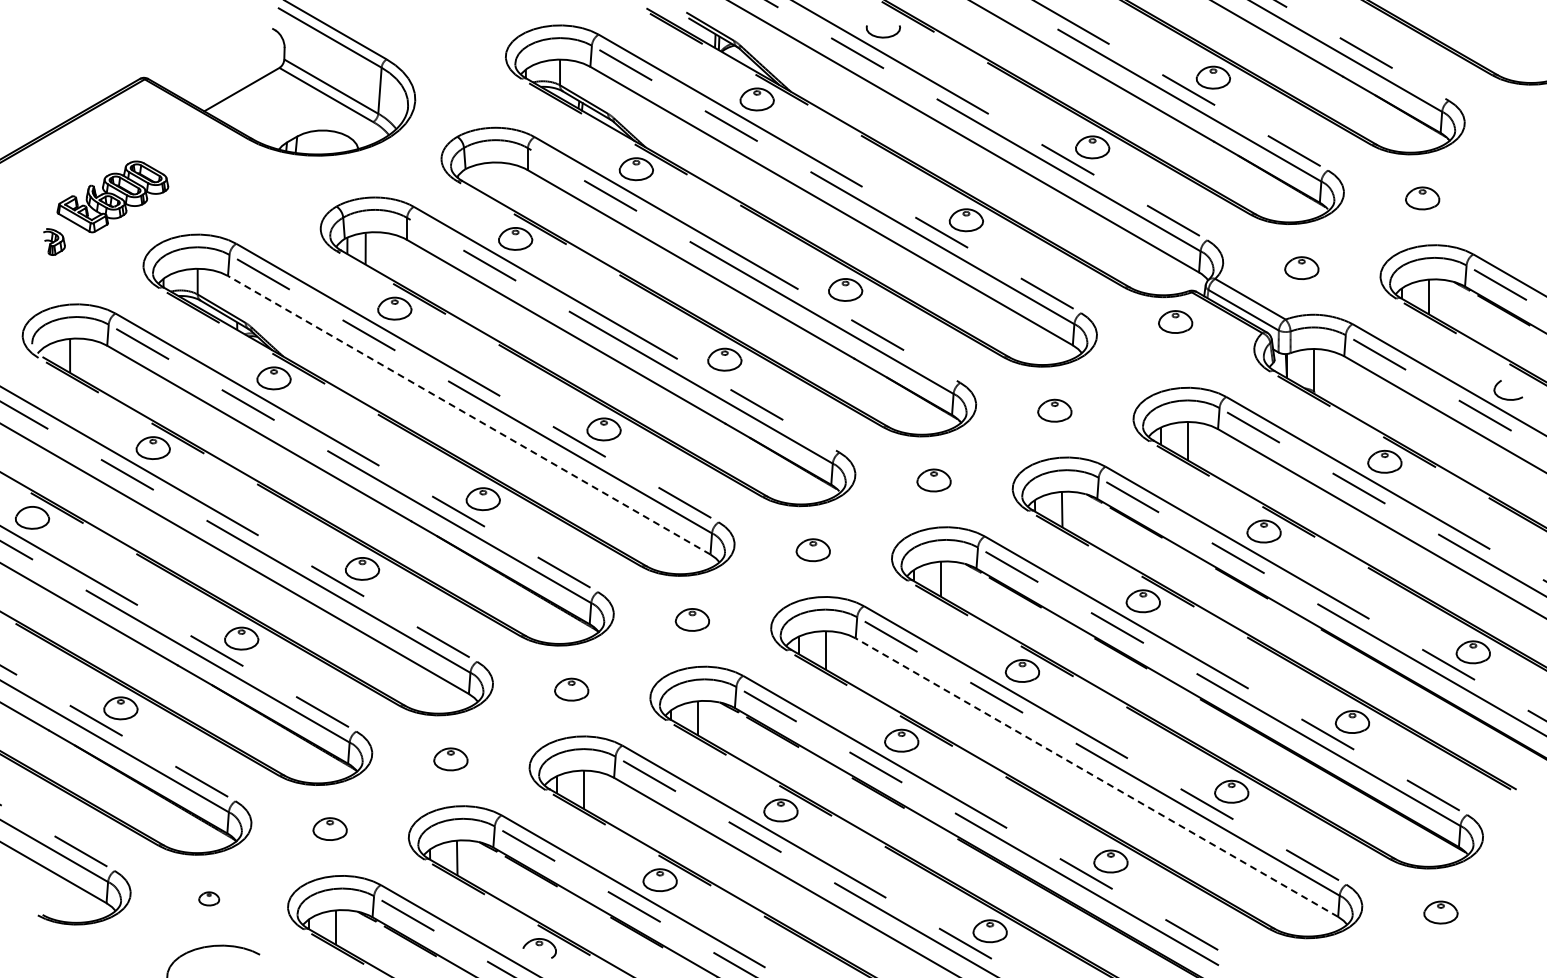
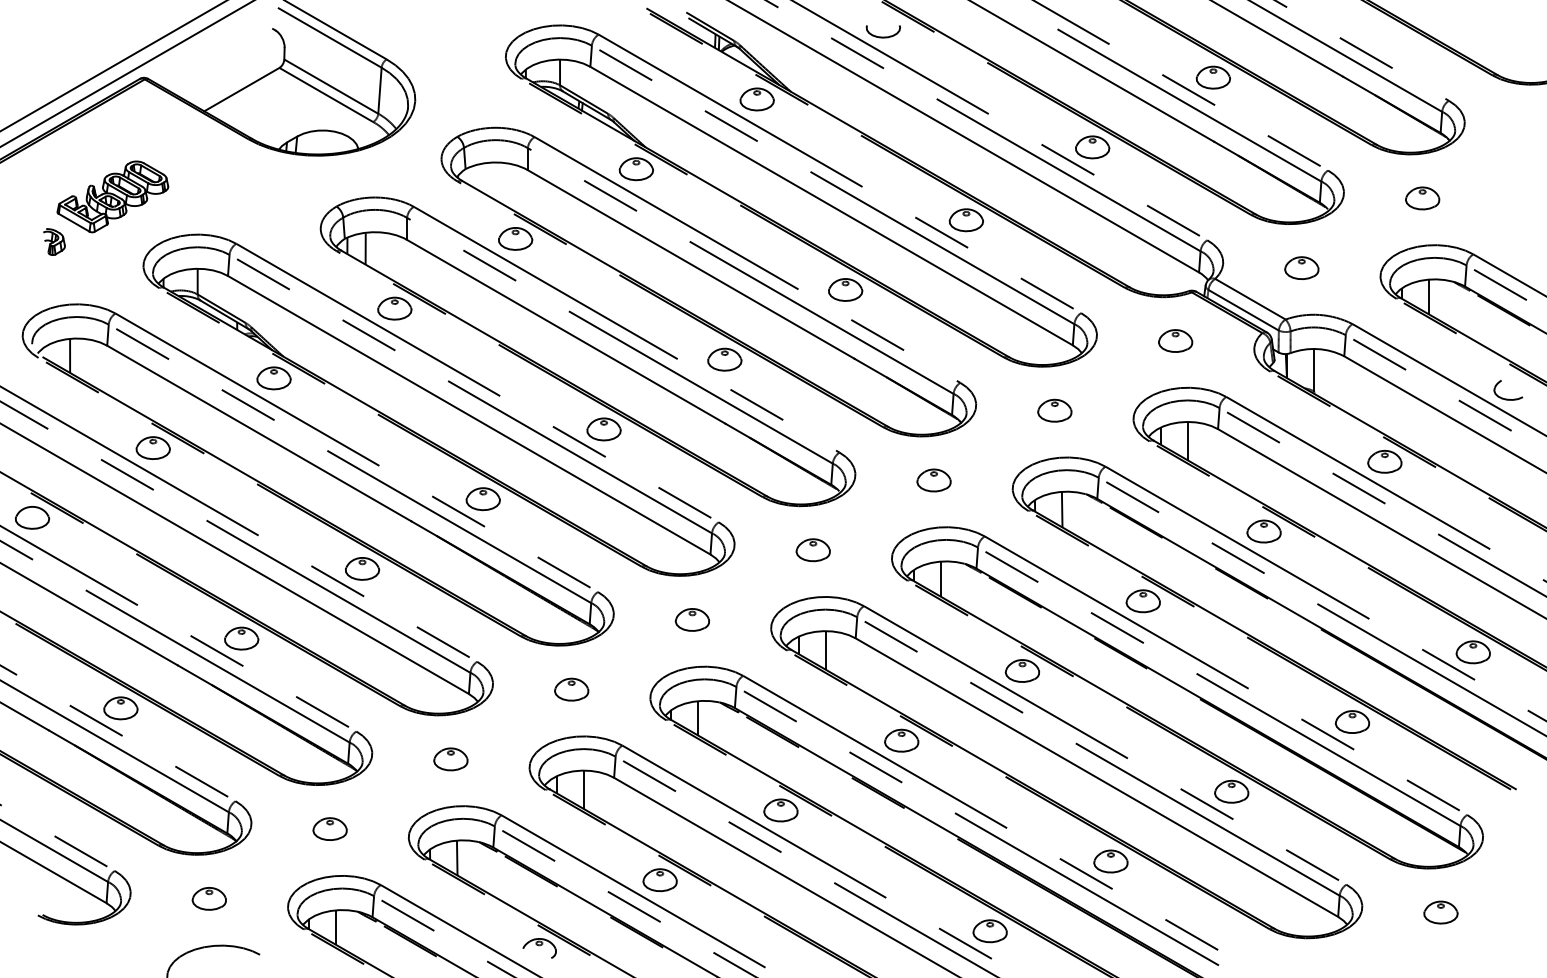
line at (113, 66): none -> present
line at (126, 74): none -> present
part at (1175, 321) position: (1175, 321) -> (1175, 340)
line at (469, 415): dashed -> solid
line at (1096, 777): dashed -> solid
part at (209, 898) size: 23x16 px -> 36x24 px
